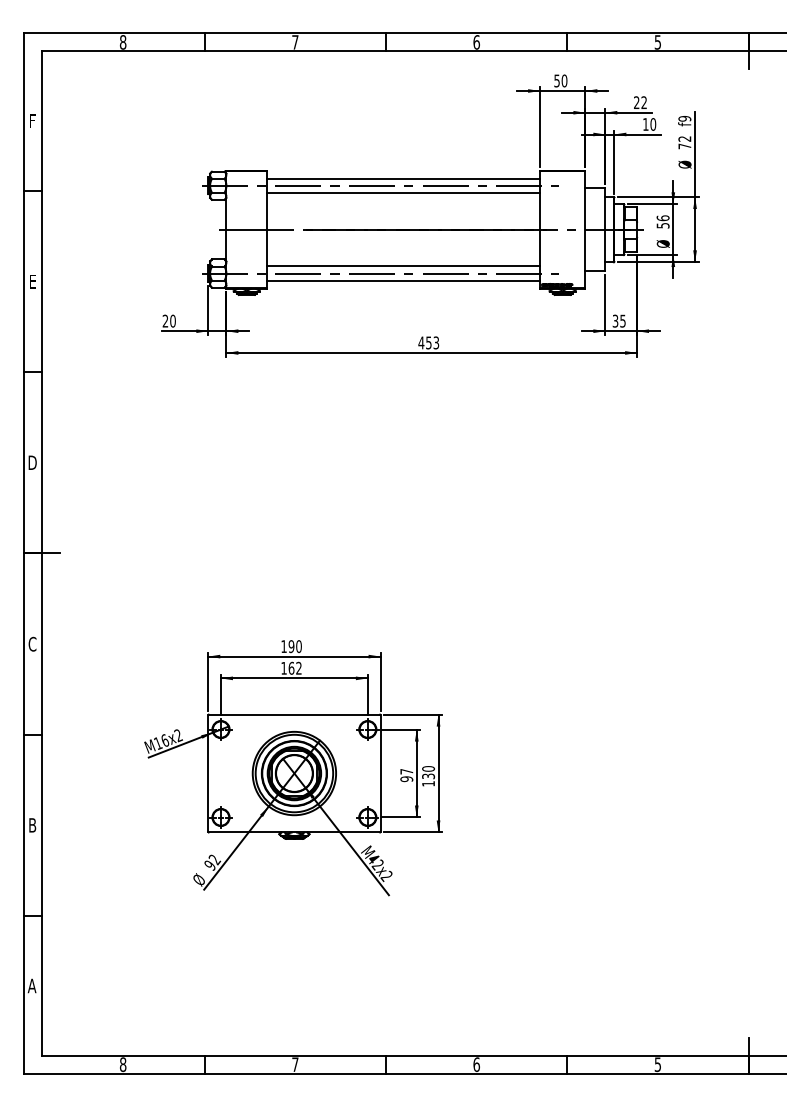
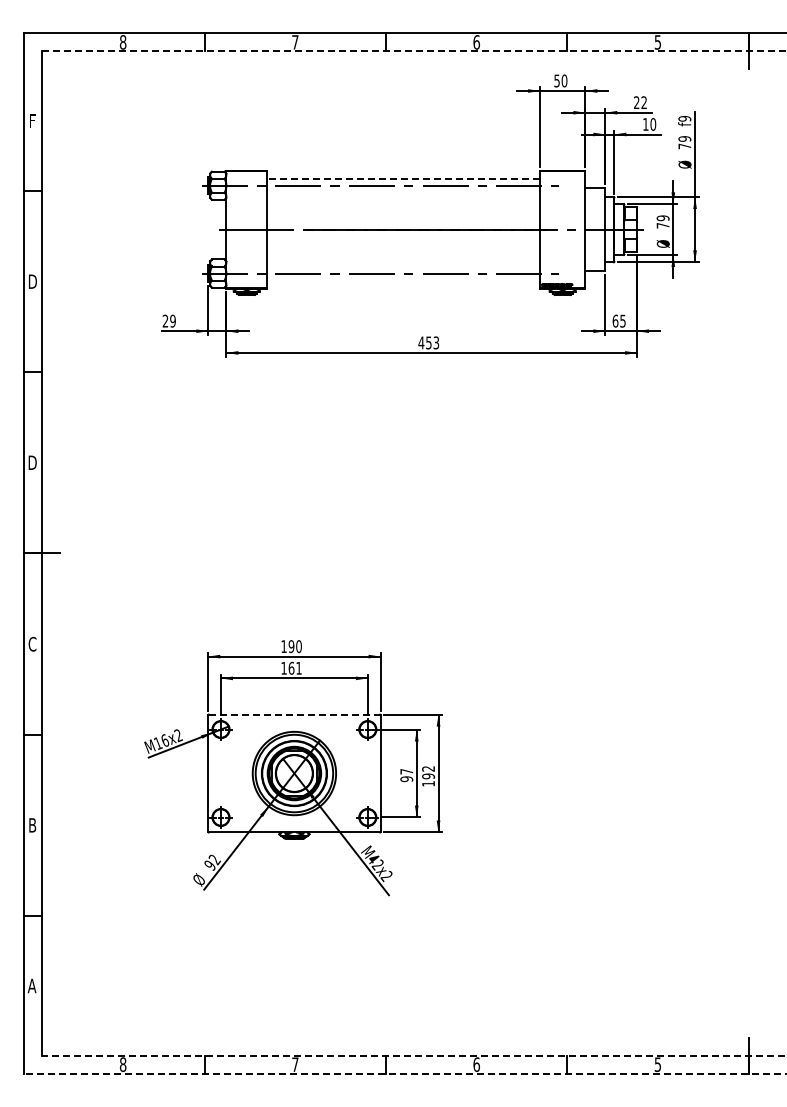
line at (414, 51): solid -> dashed
text at (684, 138): 72 -> 79
line at (403, 178): solid -> dashed
line at (403, 193): present -> none
text at (662, 221): 56 -> 79
line at (403, 266): present -> none
line at (403, 280): present -> none
text at (32, 281): E -> D
text at (615, 320): 35 -> 65
text at (172, 321): 20 -> 29
text at (298, 667): 162 -> 161
line at (294, 714): solid -> dashed
text at (428, 772): 130 -> 192
line at (413, 1055): solid -> dashed
line at (404, 1073): solid -> dashed
